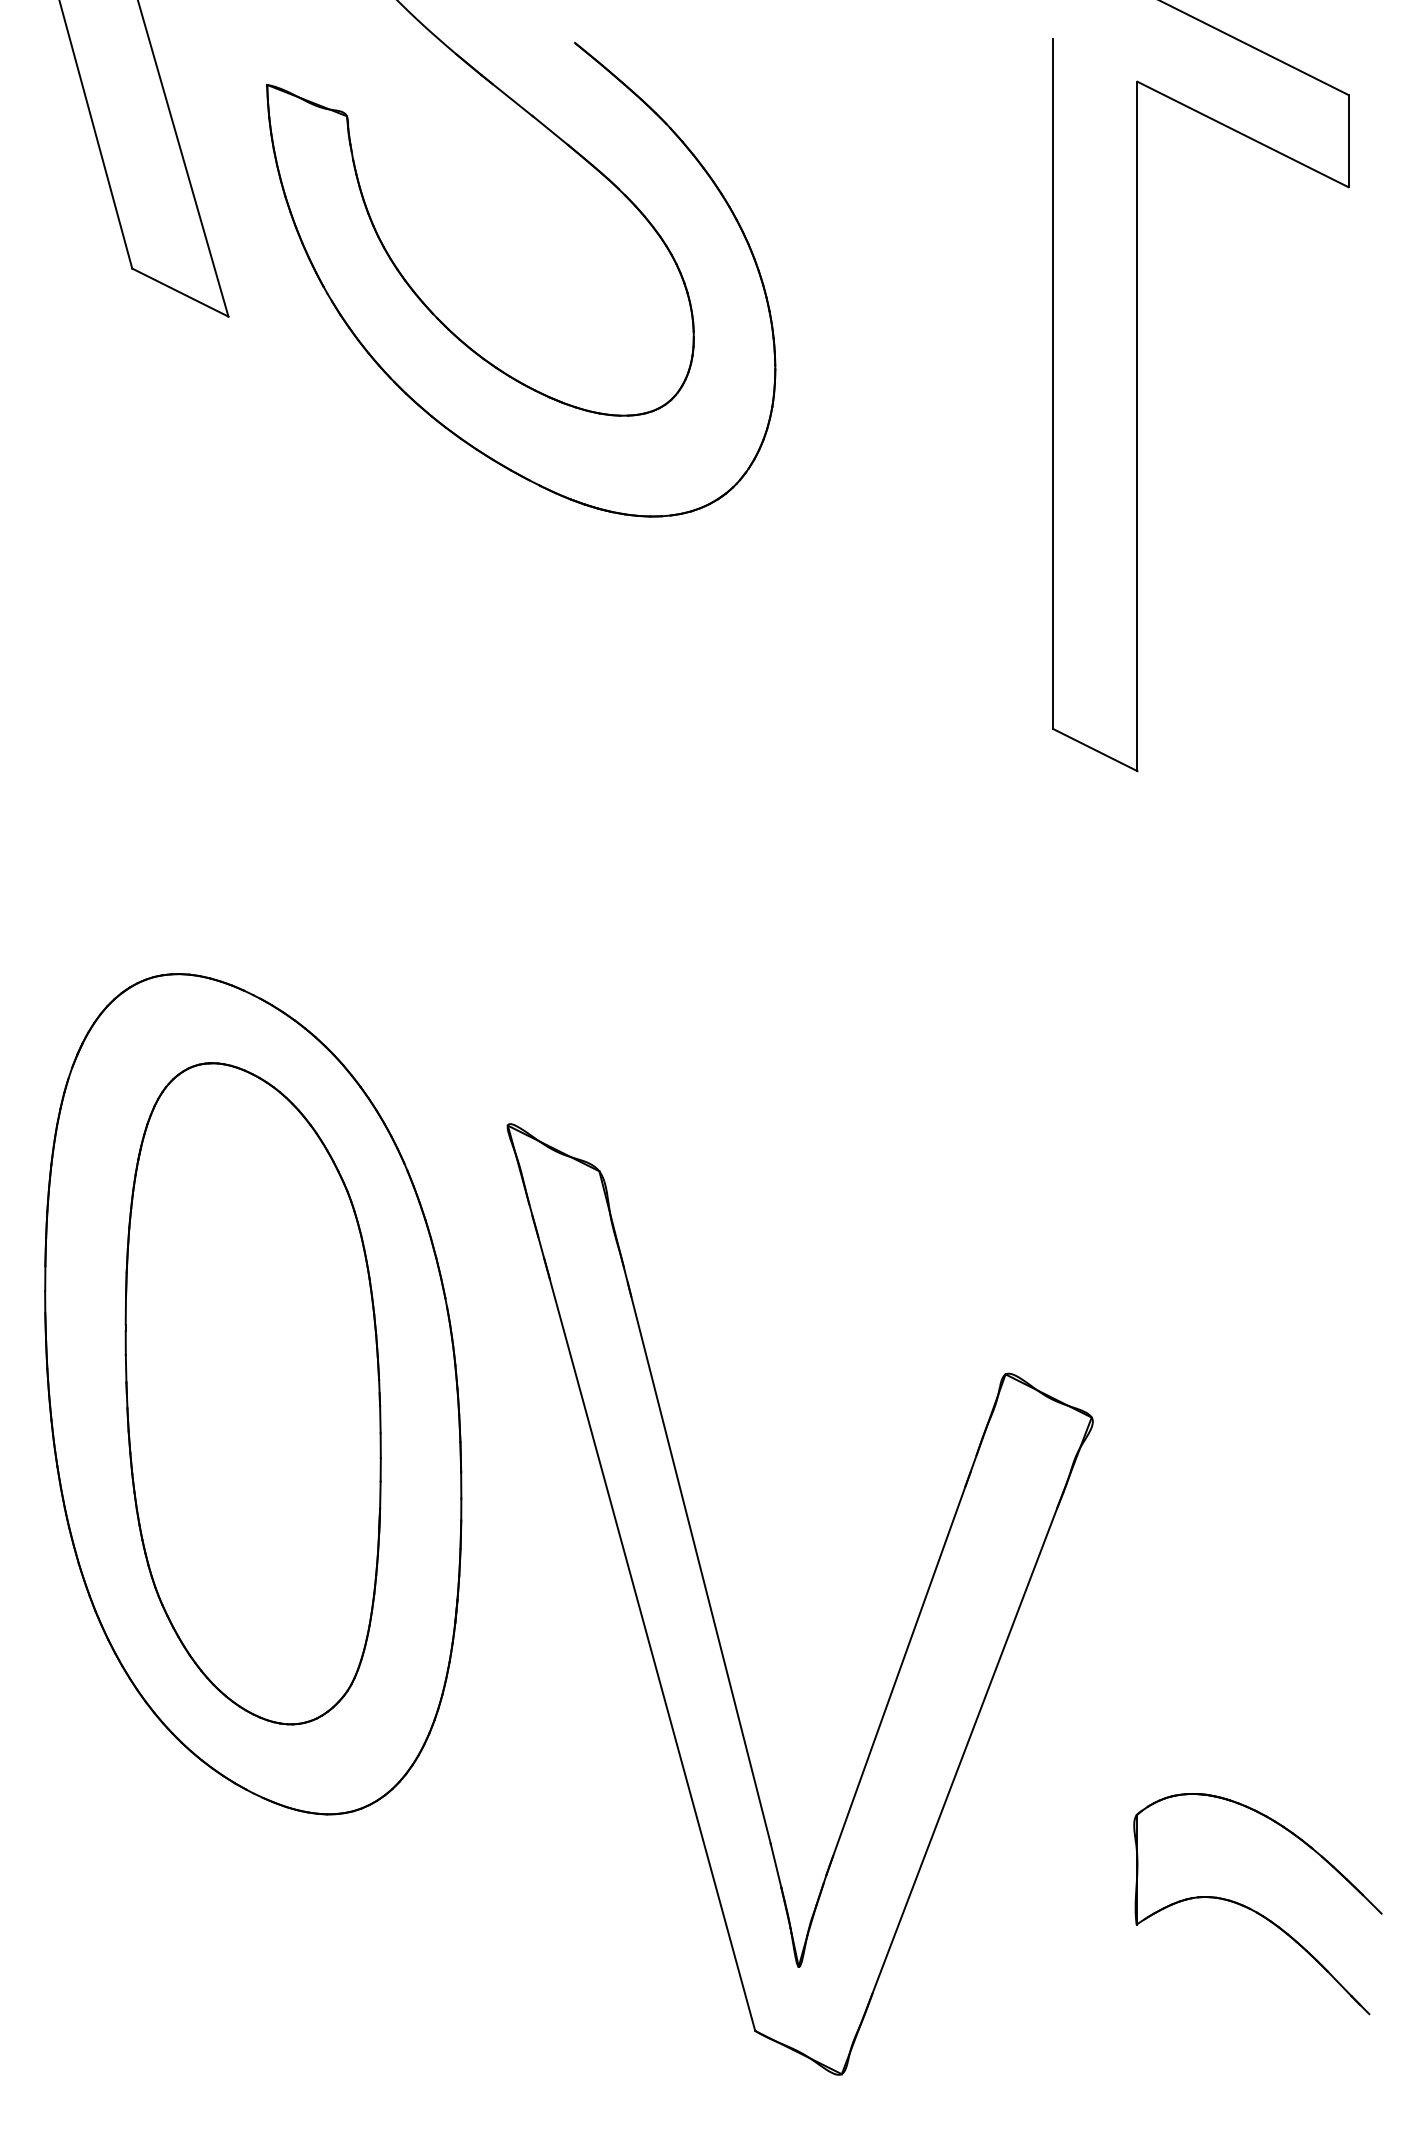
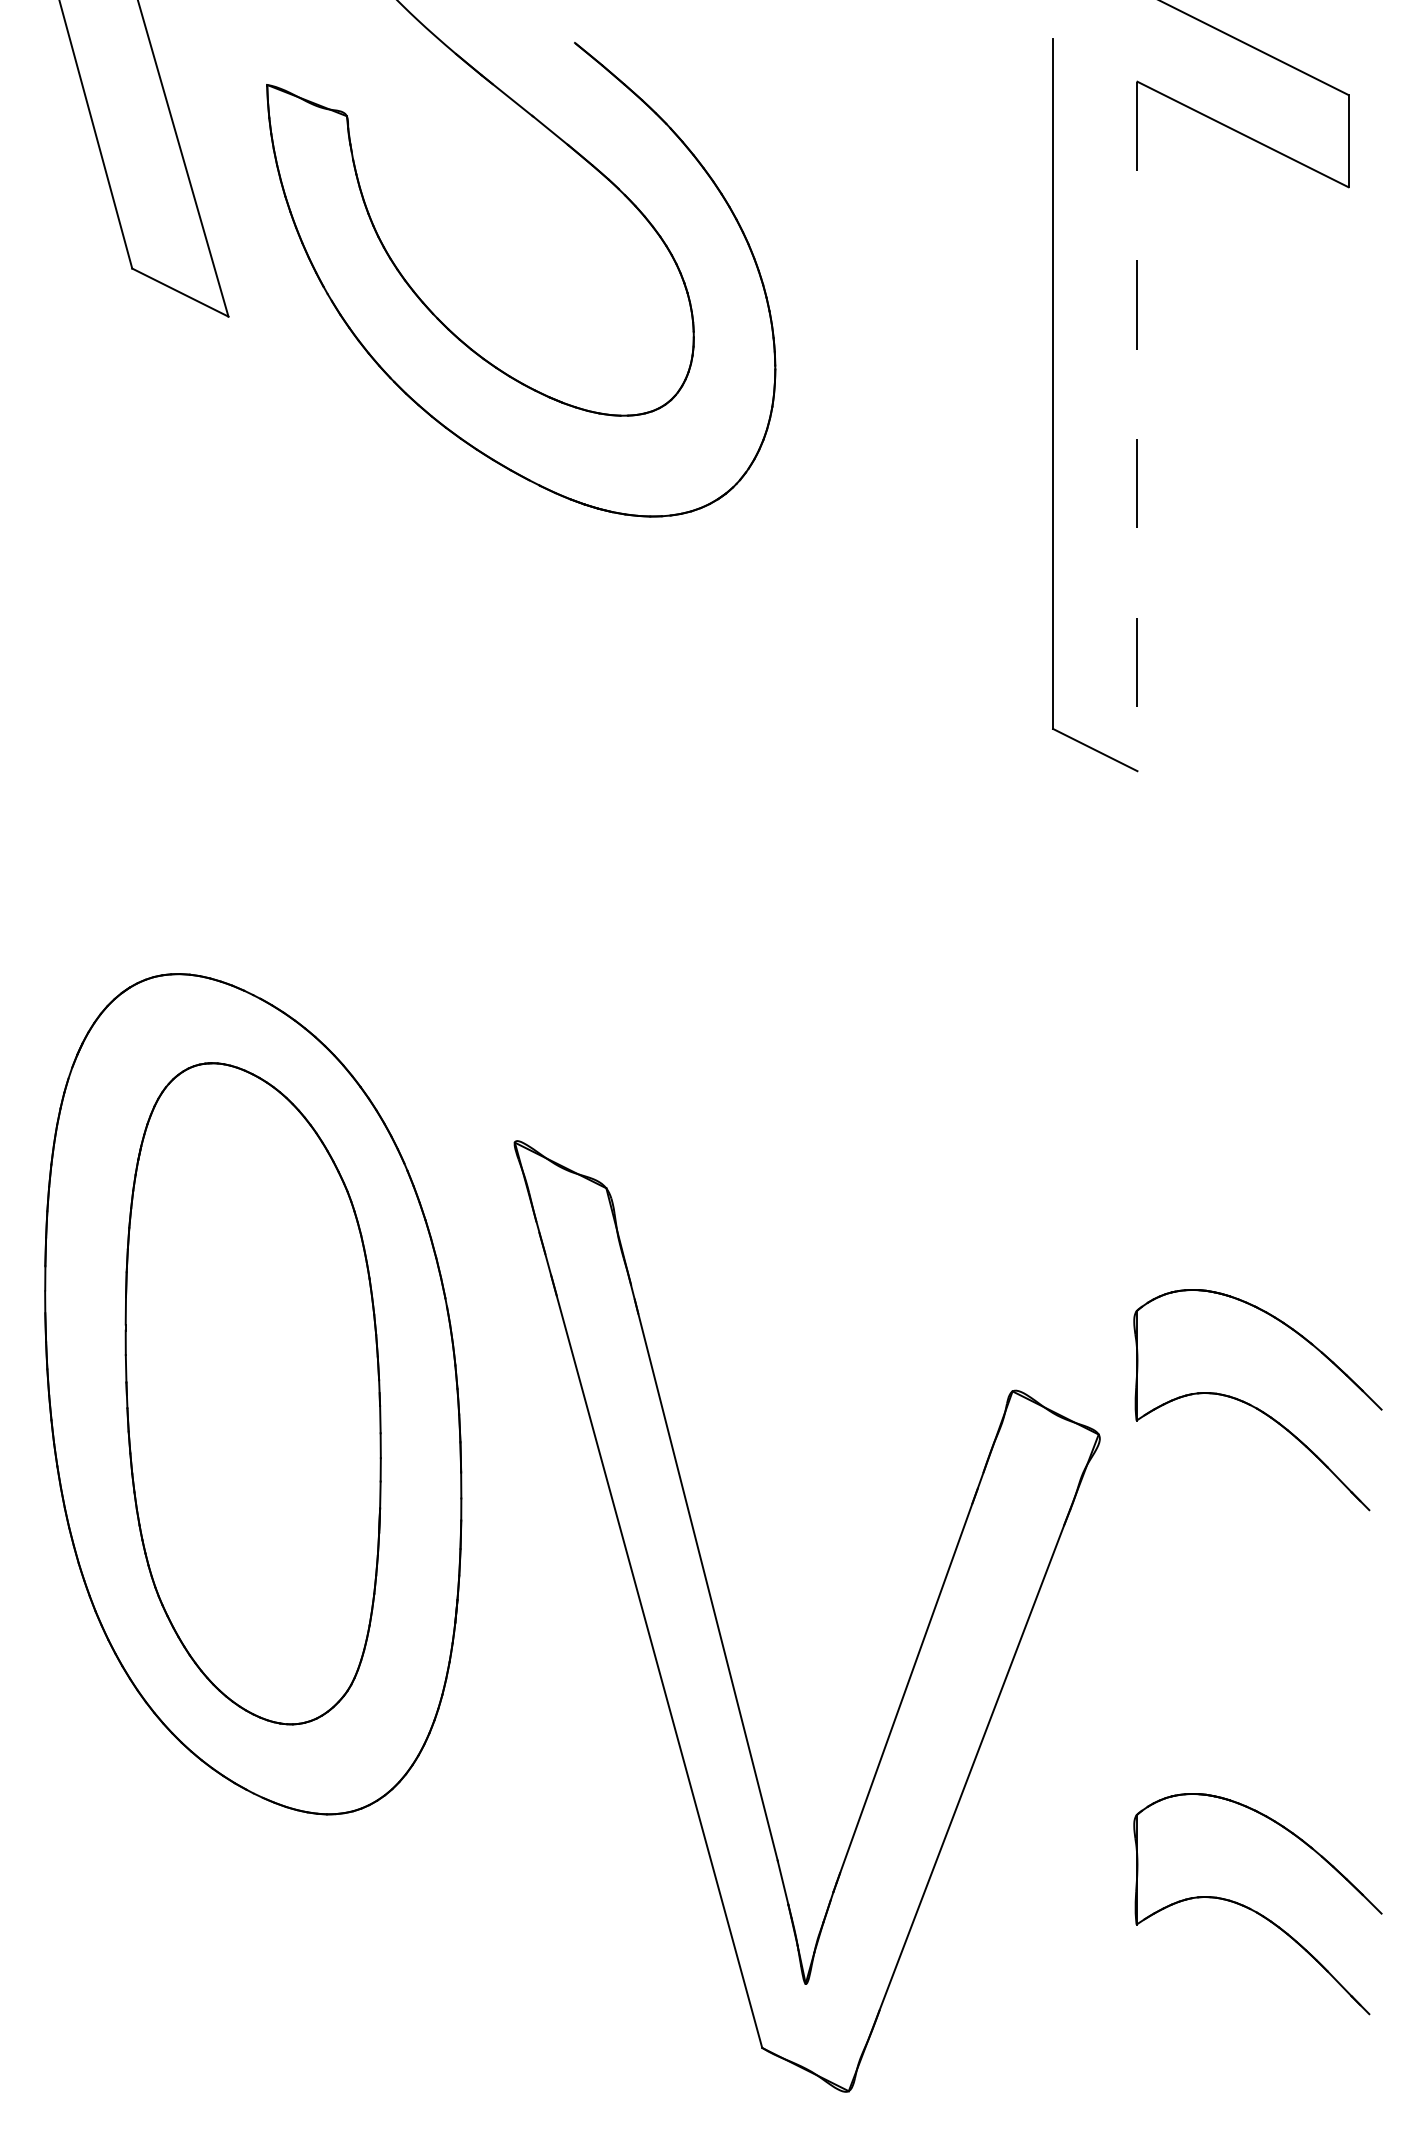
line at (1137, 426): solid -> dashed
part at (1255, 1406): none -> present
part at (716, 1625) position: (716, 1625) -> (723, 1642)
